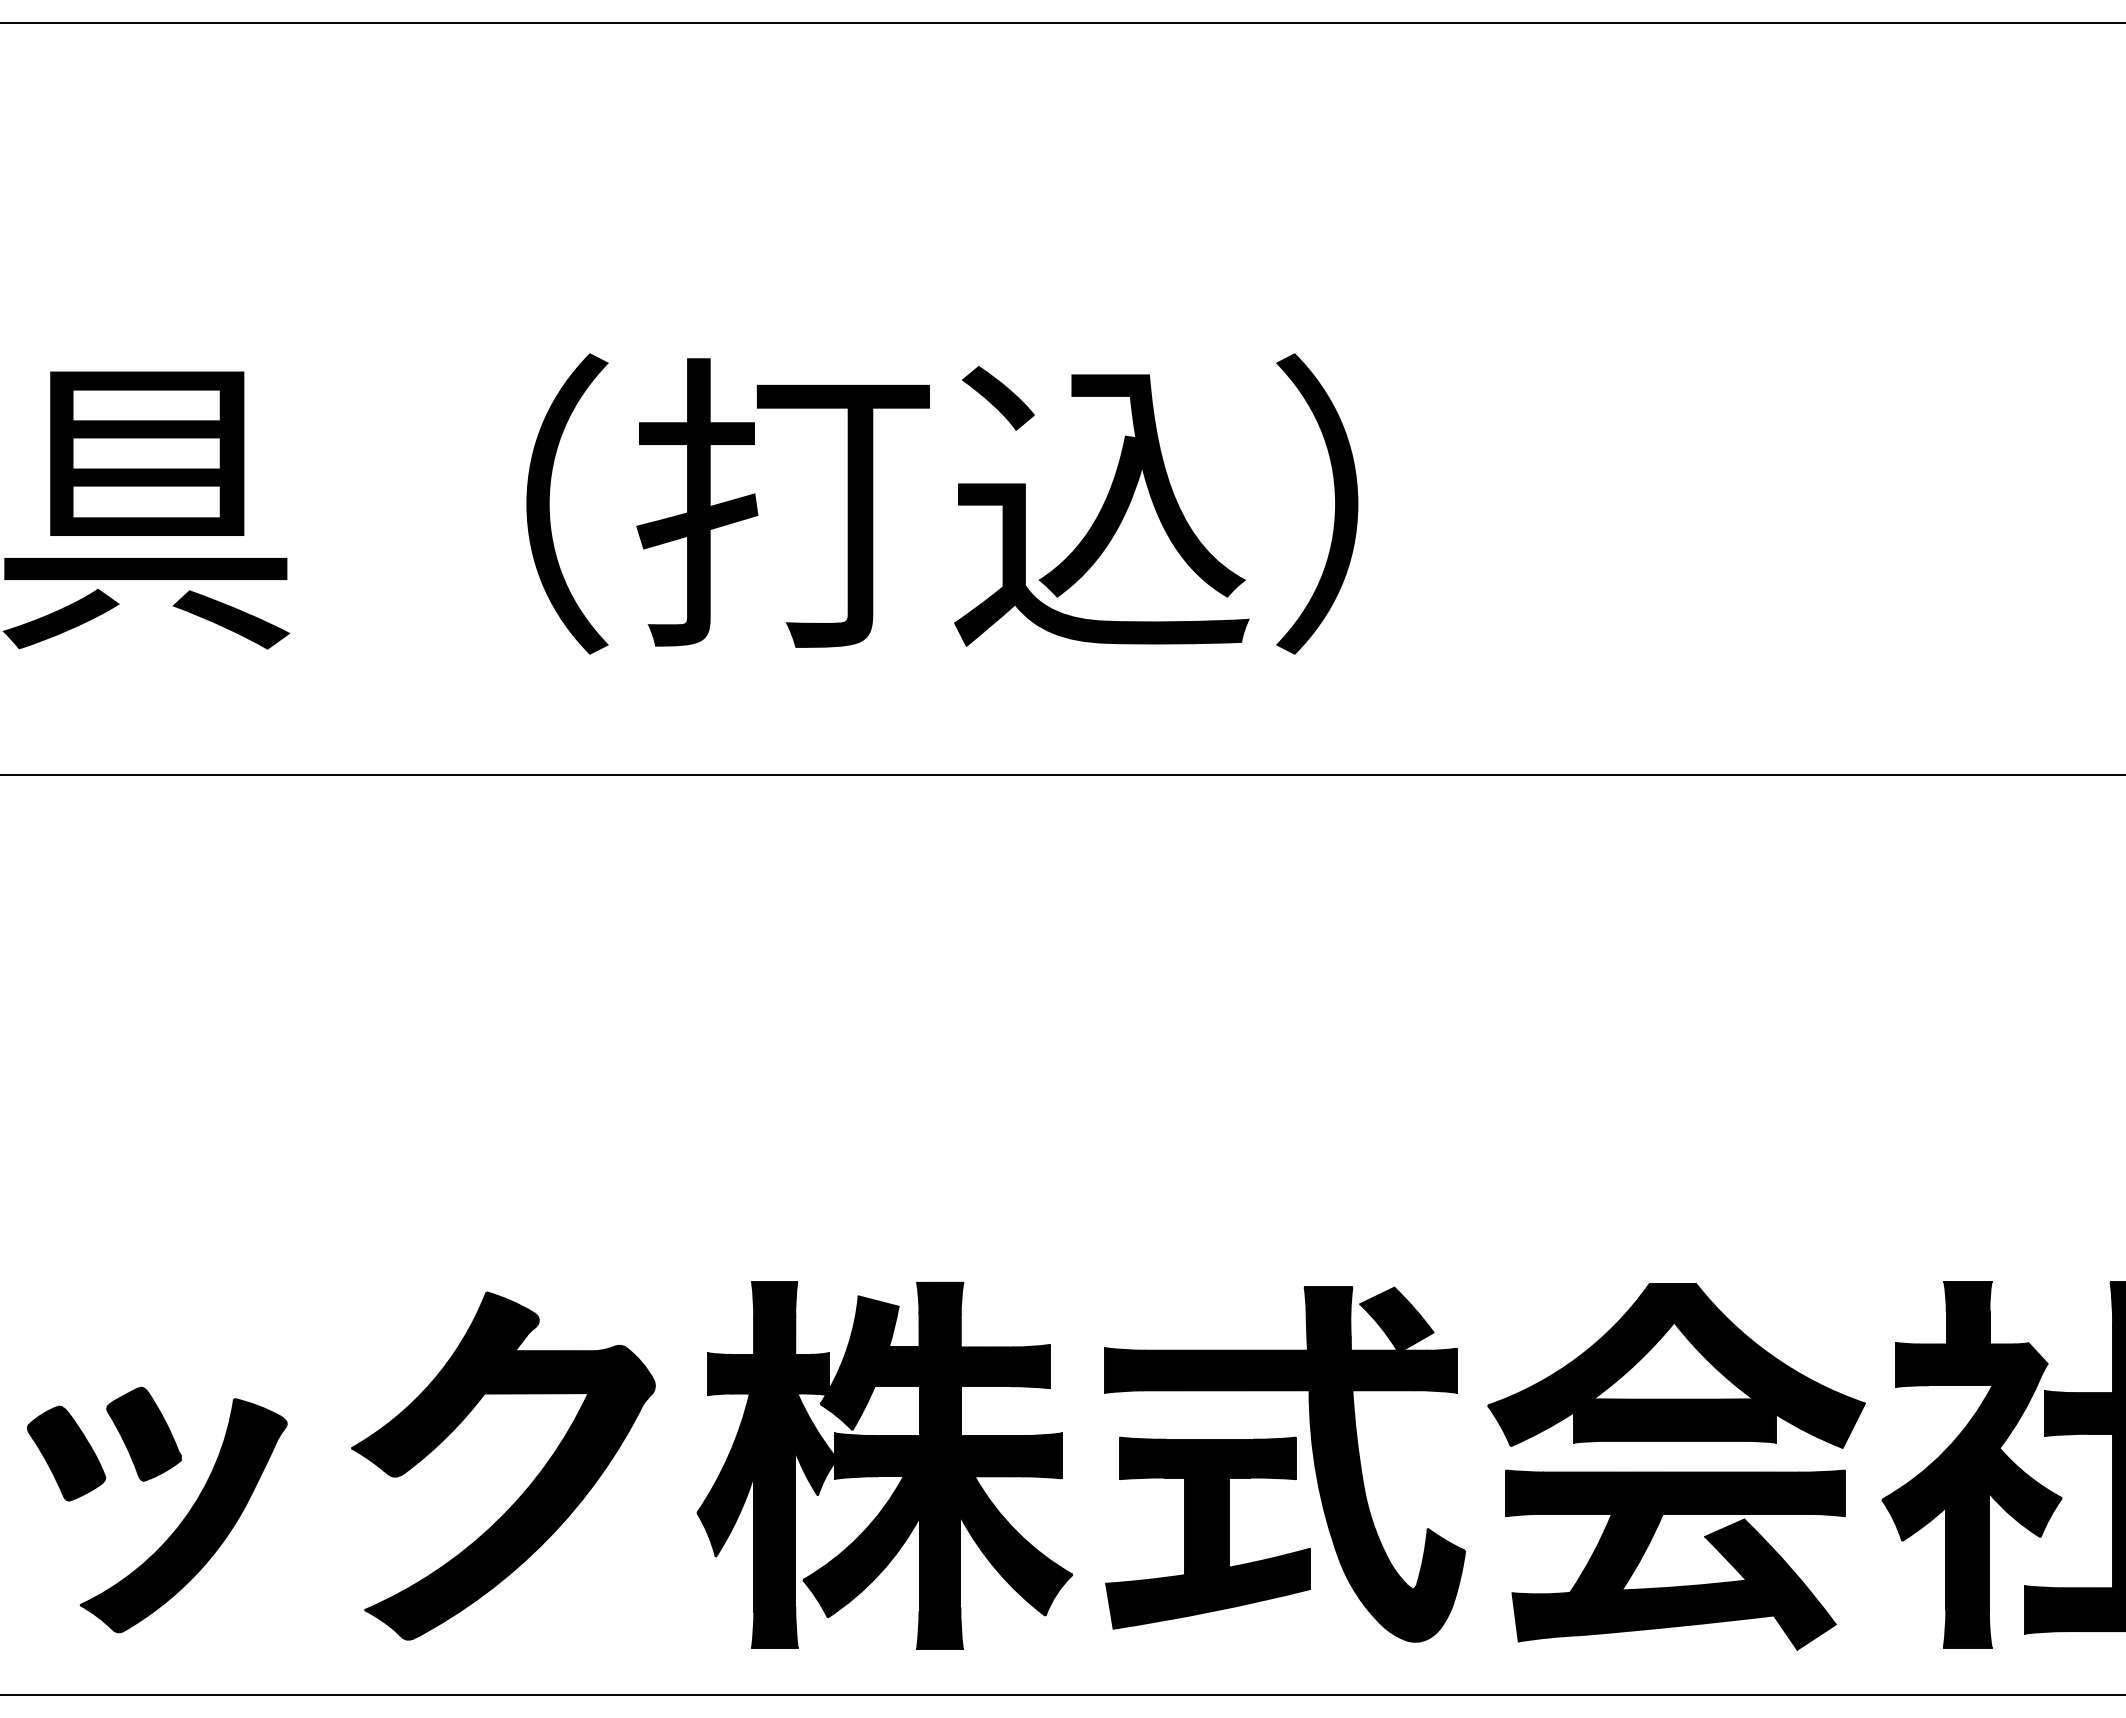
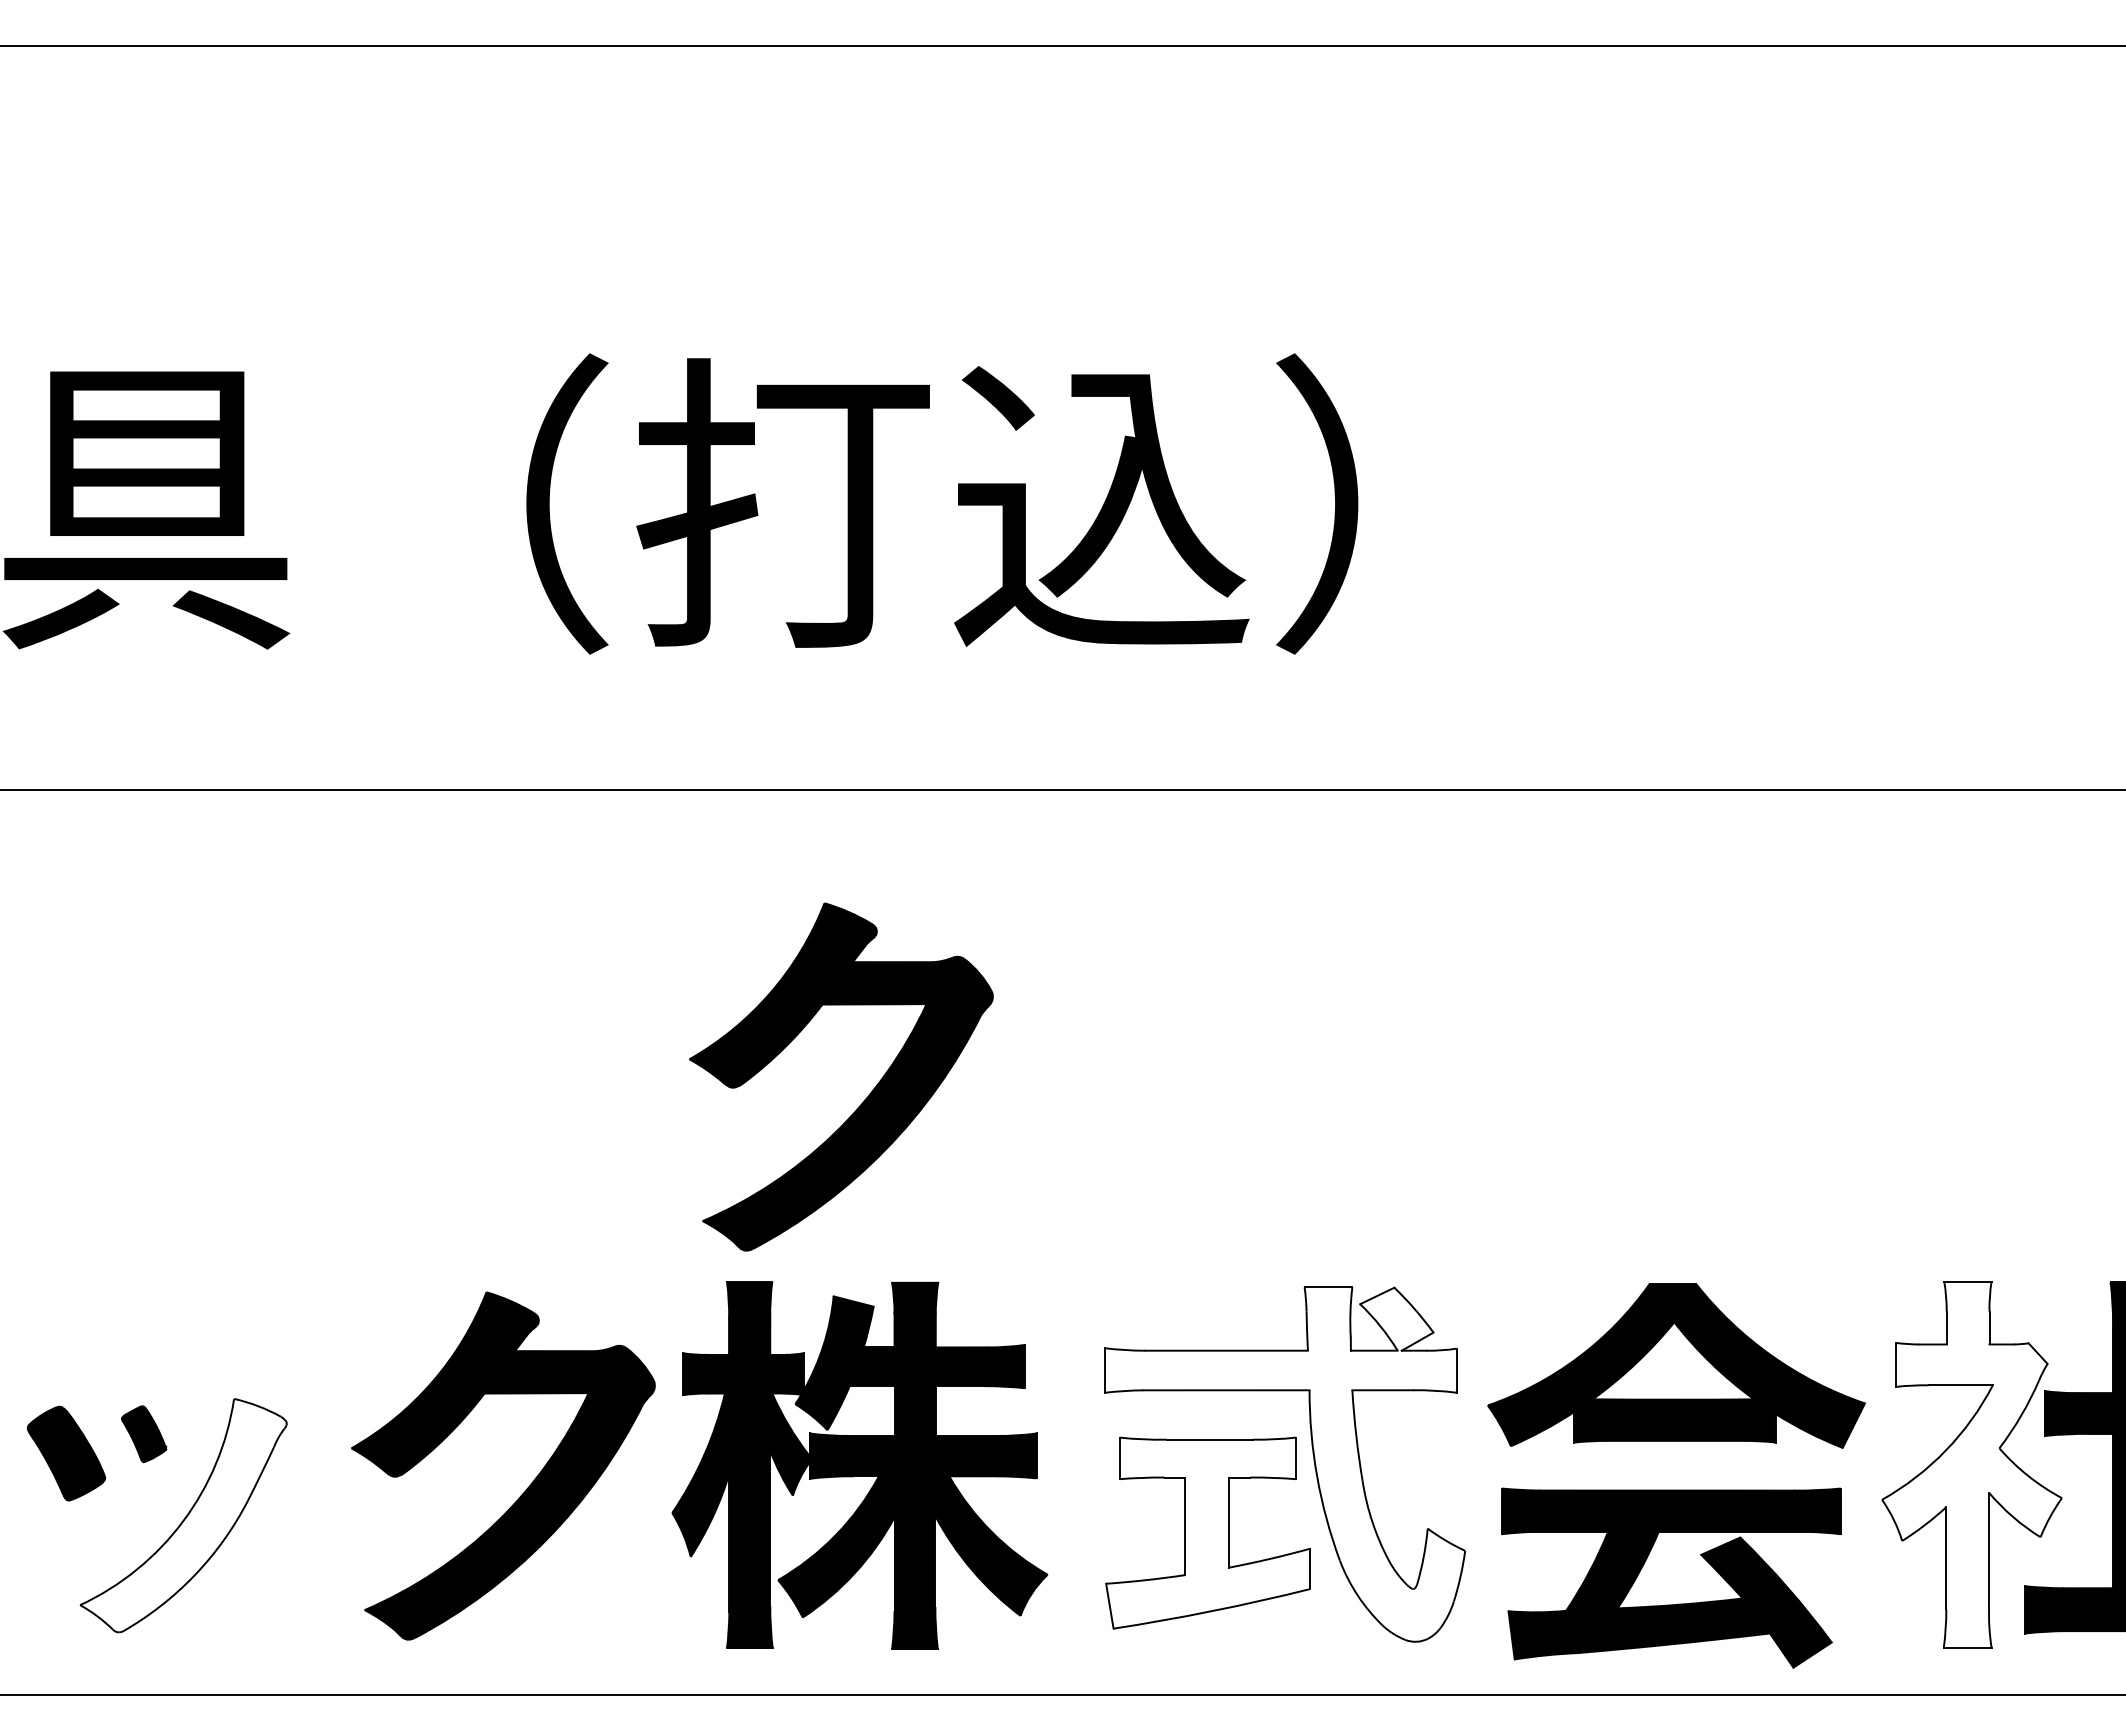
line at (1062, 22) position: (1062, 22) -> (1062, 45)
line at (1062, 775) position: (1062, 775) -> (1062, 790)
part at (868, 1094): none -> present
part at (143, 1433) size: 76x96 px -> 47x59 px
fill at (1285, 1464): present -> none
fill at (1971, 1464): present -> none
part at (884, 1465) position: (884, 1465) -> (859, 1465)
fill at (183, 1515): present -> none
fill at (1207, 1532): present -> none
part at (1682, 1585) position: (1682, 1585) -> (1678, 1603)
